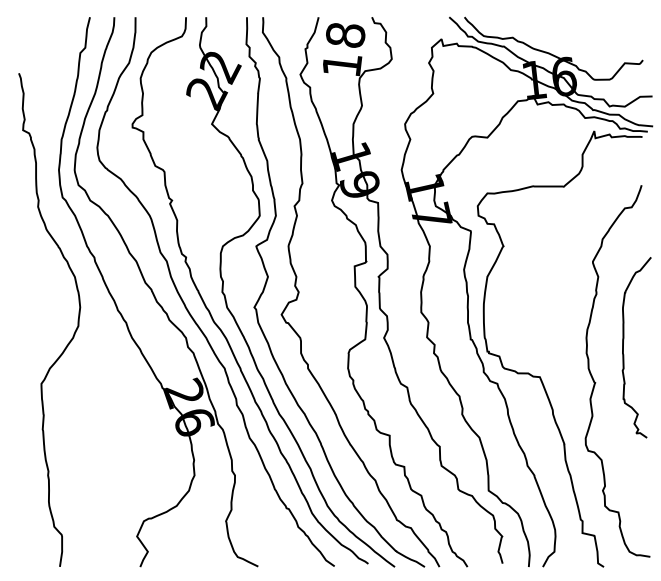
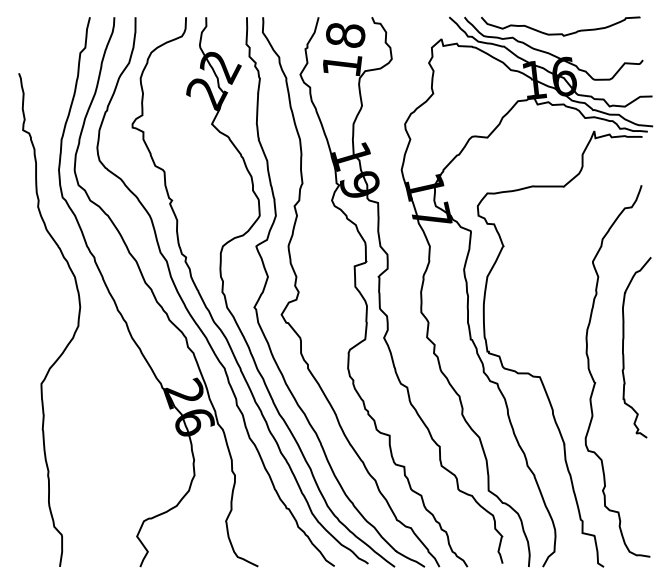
curve at (560, 33): none -> present
